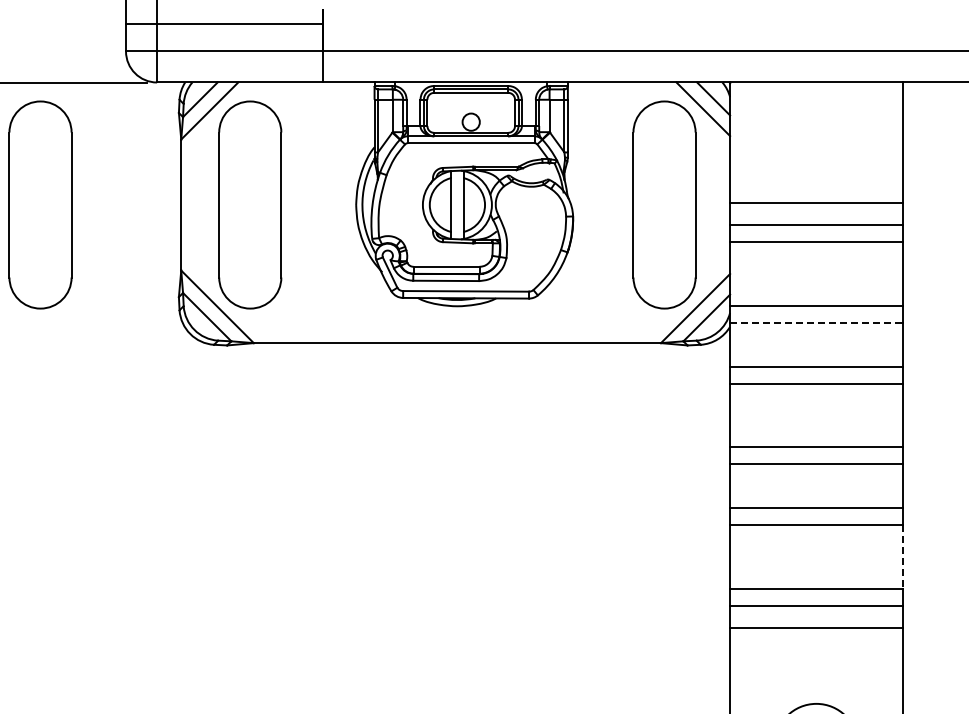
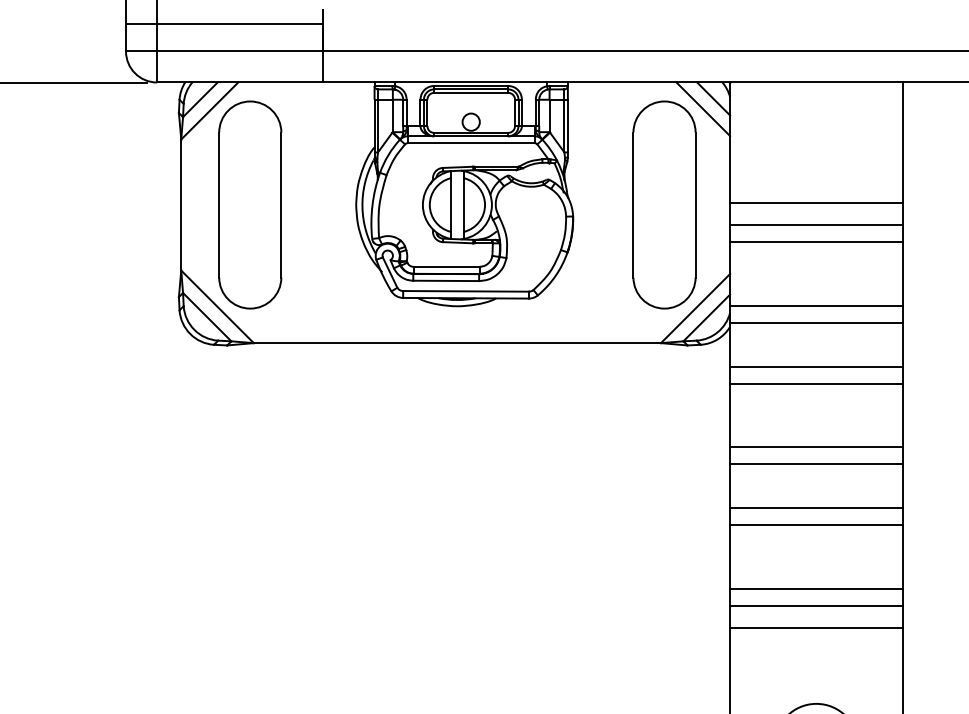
part at (40, 204): present -> none
line at (816, 322): dashed -> solid
line at (902, 557): dashed -> solid
